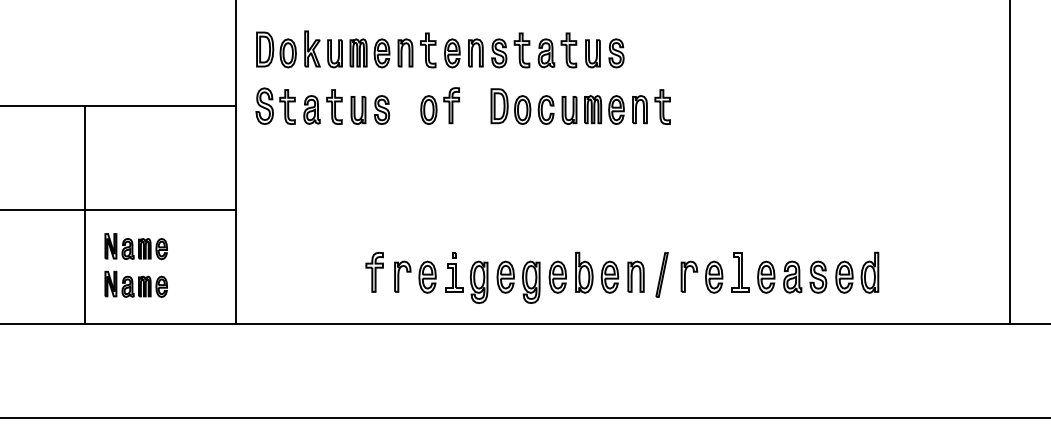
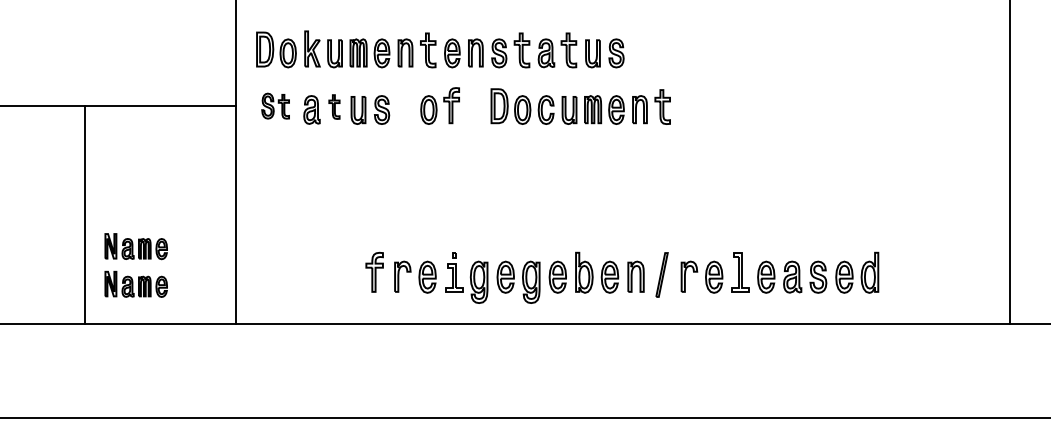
part at (275, 105) size: 41x38 px -> 29x28 px
part at (334, 106) size: 17x36 px -> 13x26 px
line at (118, 210): present -> none
